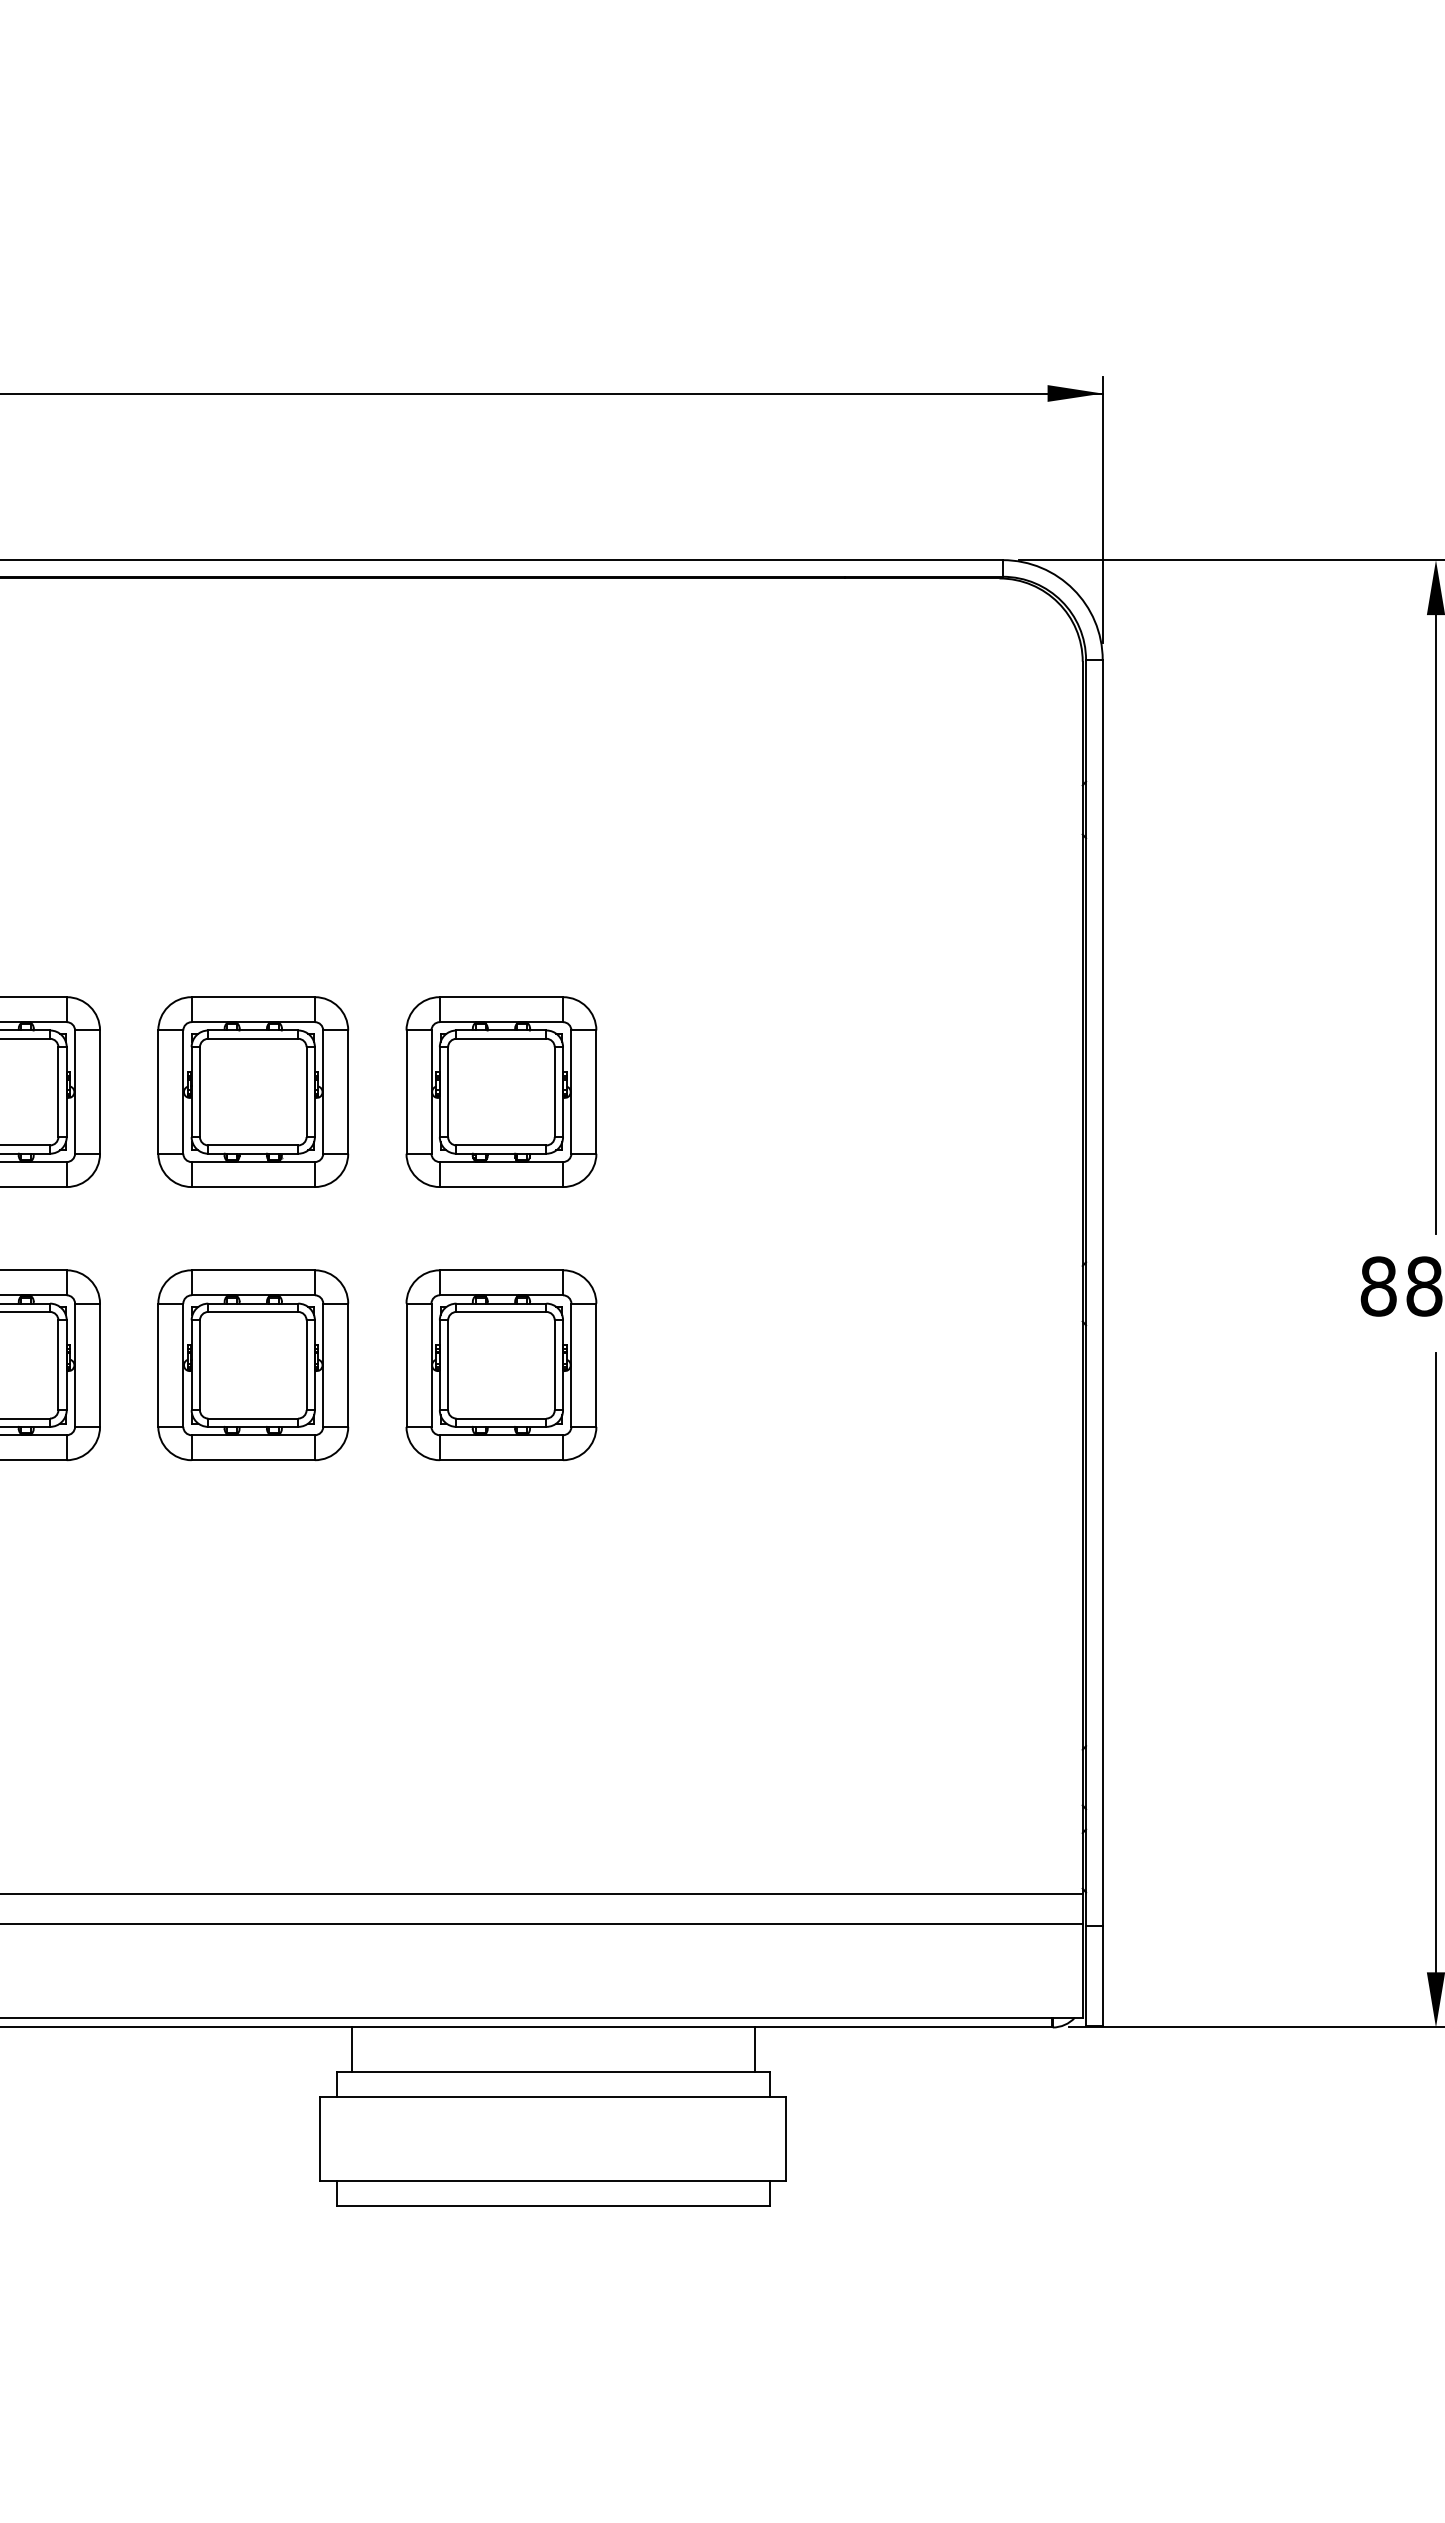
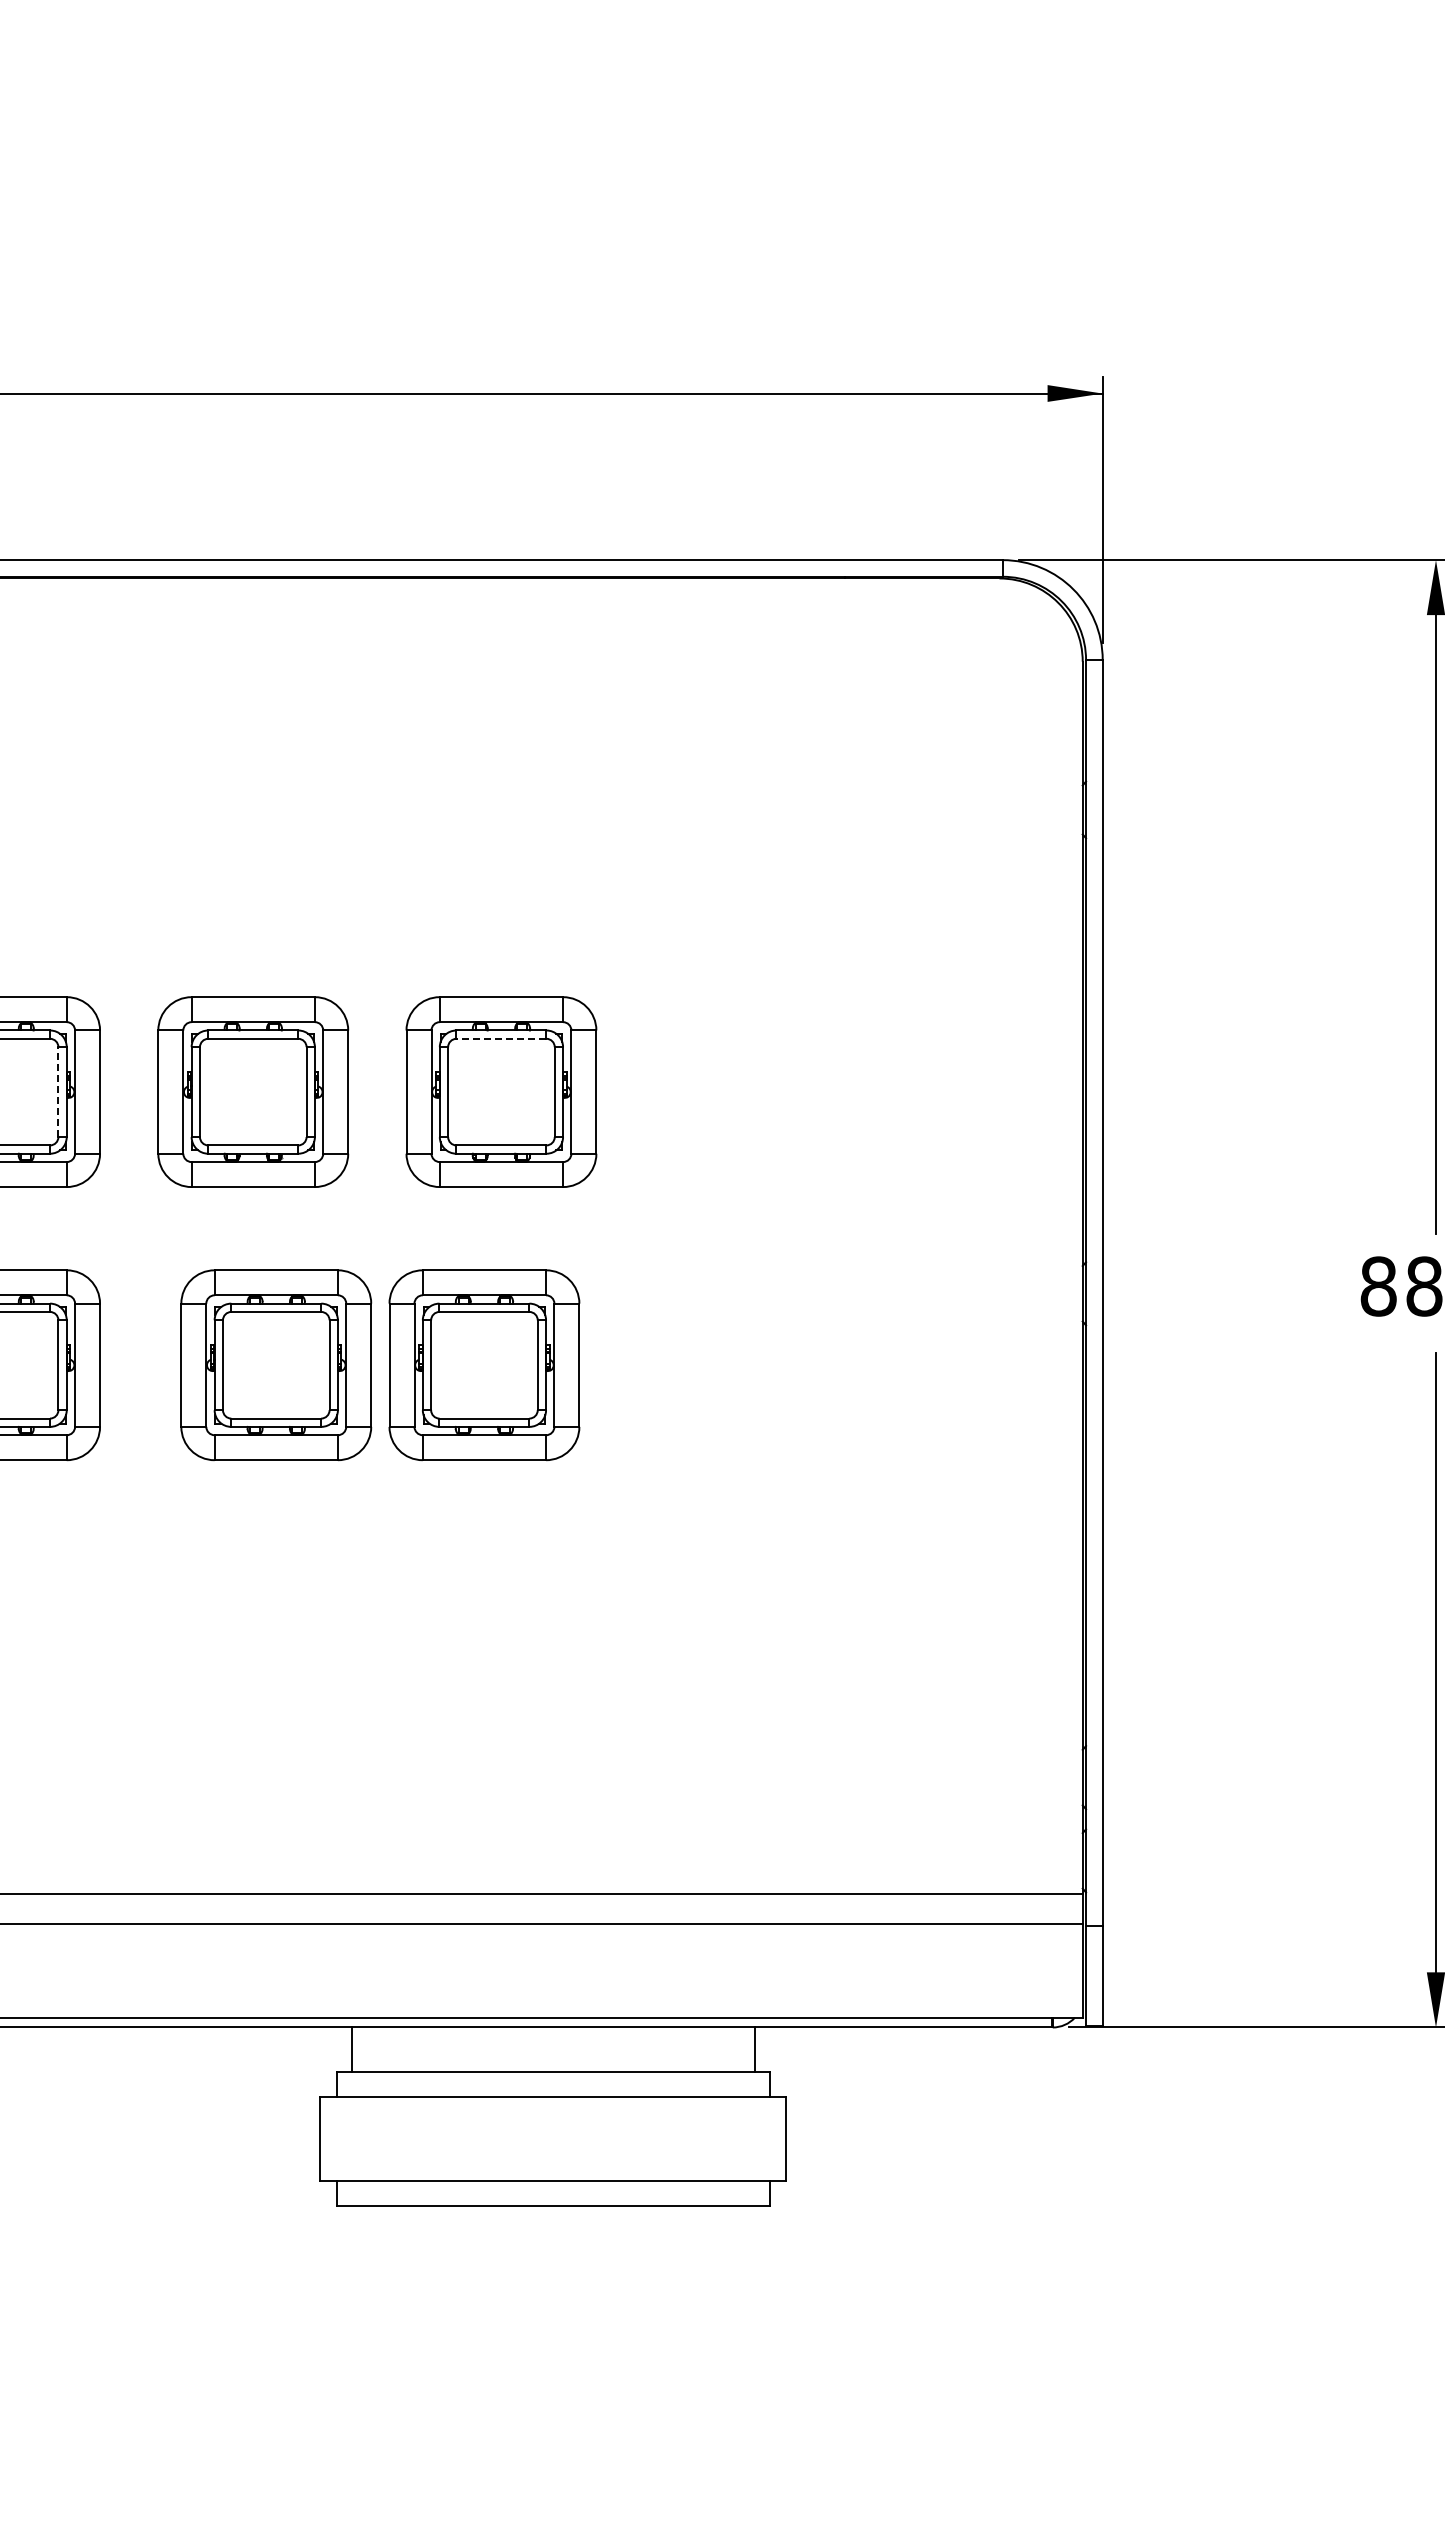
line at (501, 1038): solid -> dashed
line at (58, 1092): solid -> dashed
part at (253, 1365) position: (253, 1365) -> (276, 1365)
part at (501, 1365) position: (501, 1365) -> (484, 1365)
